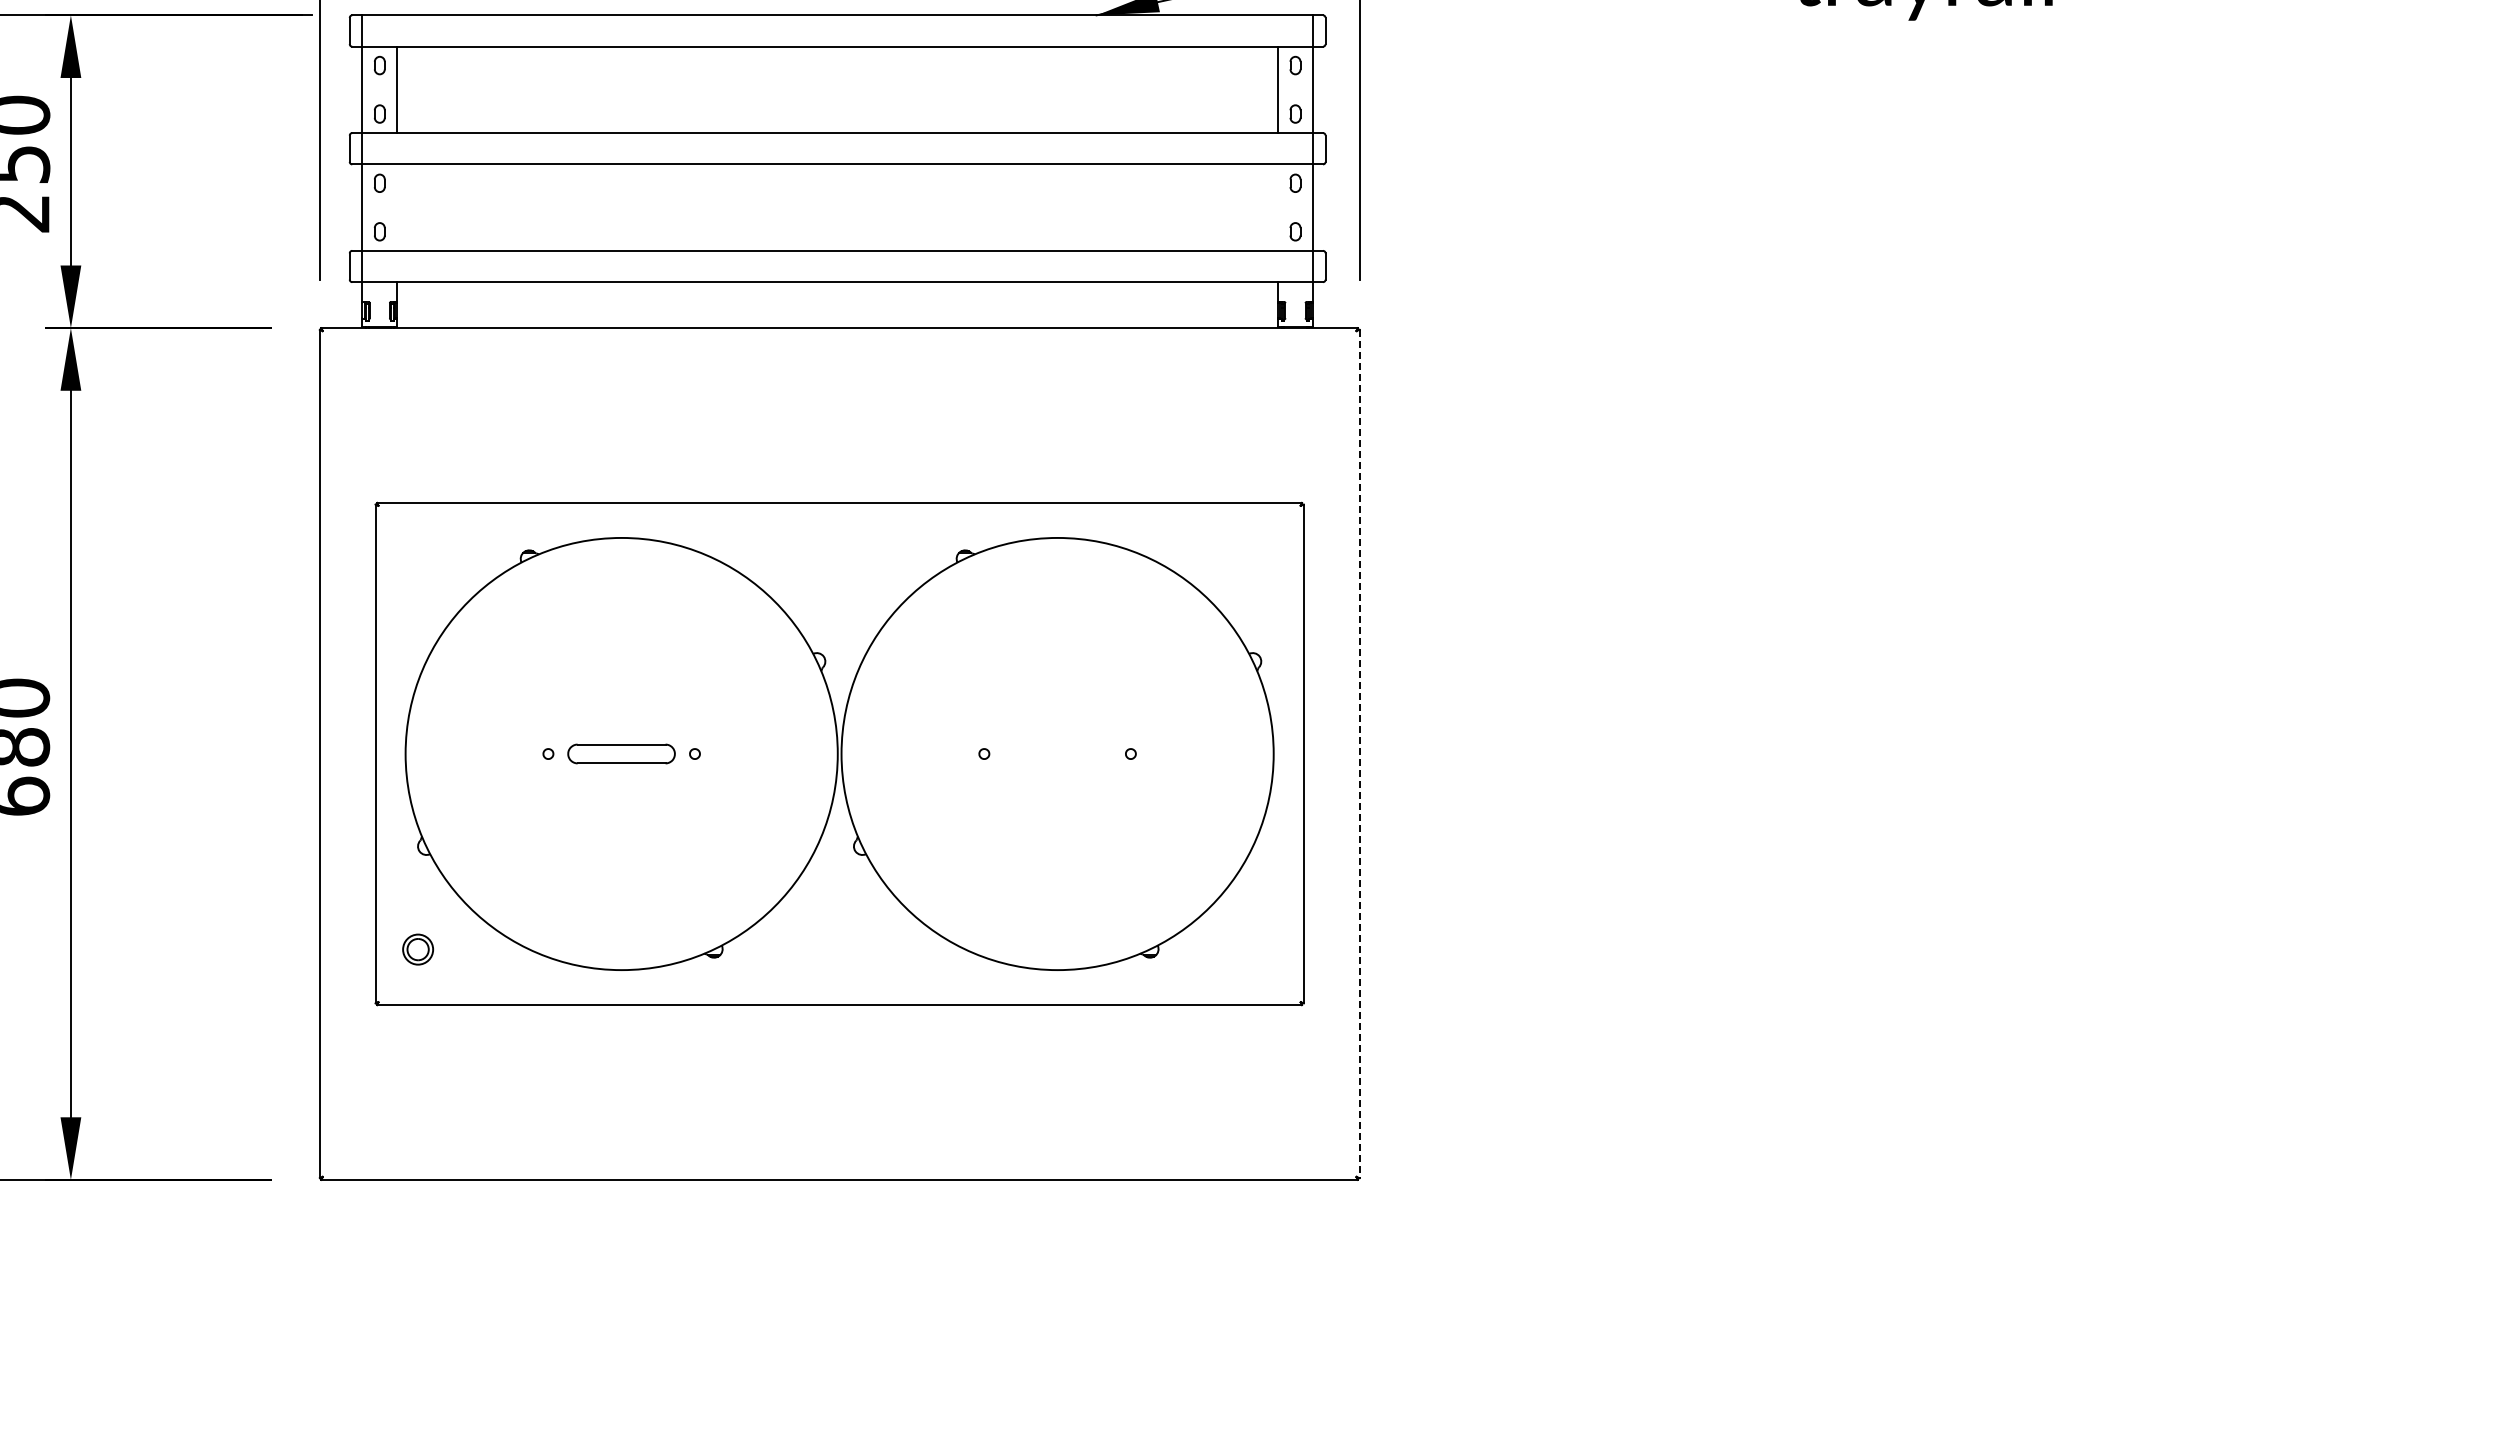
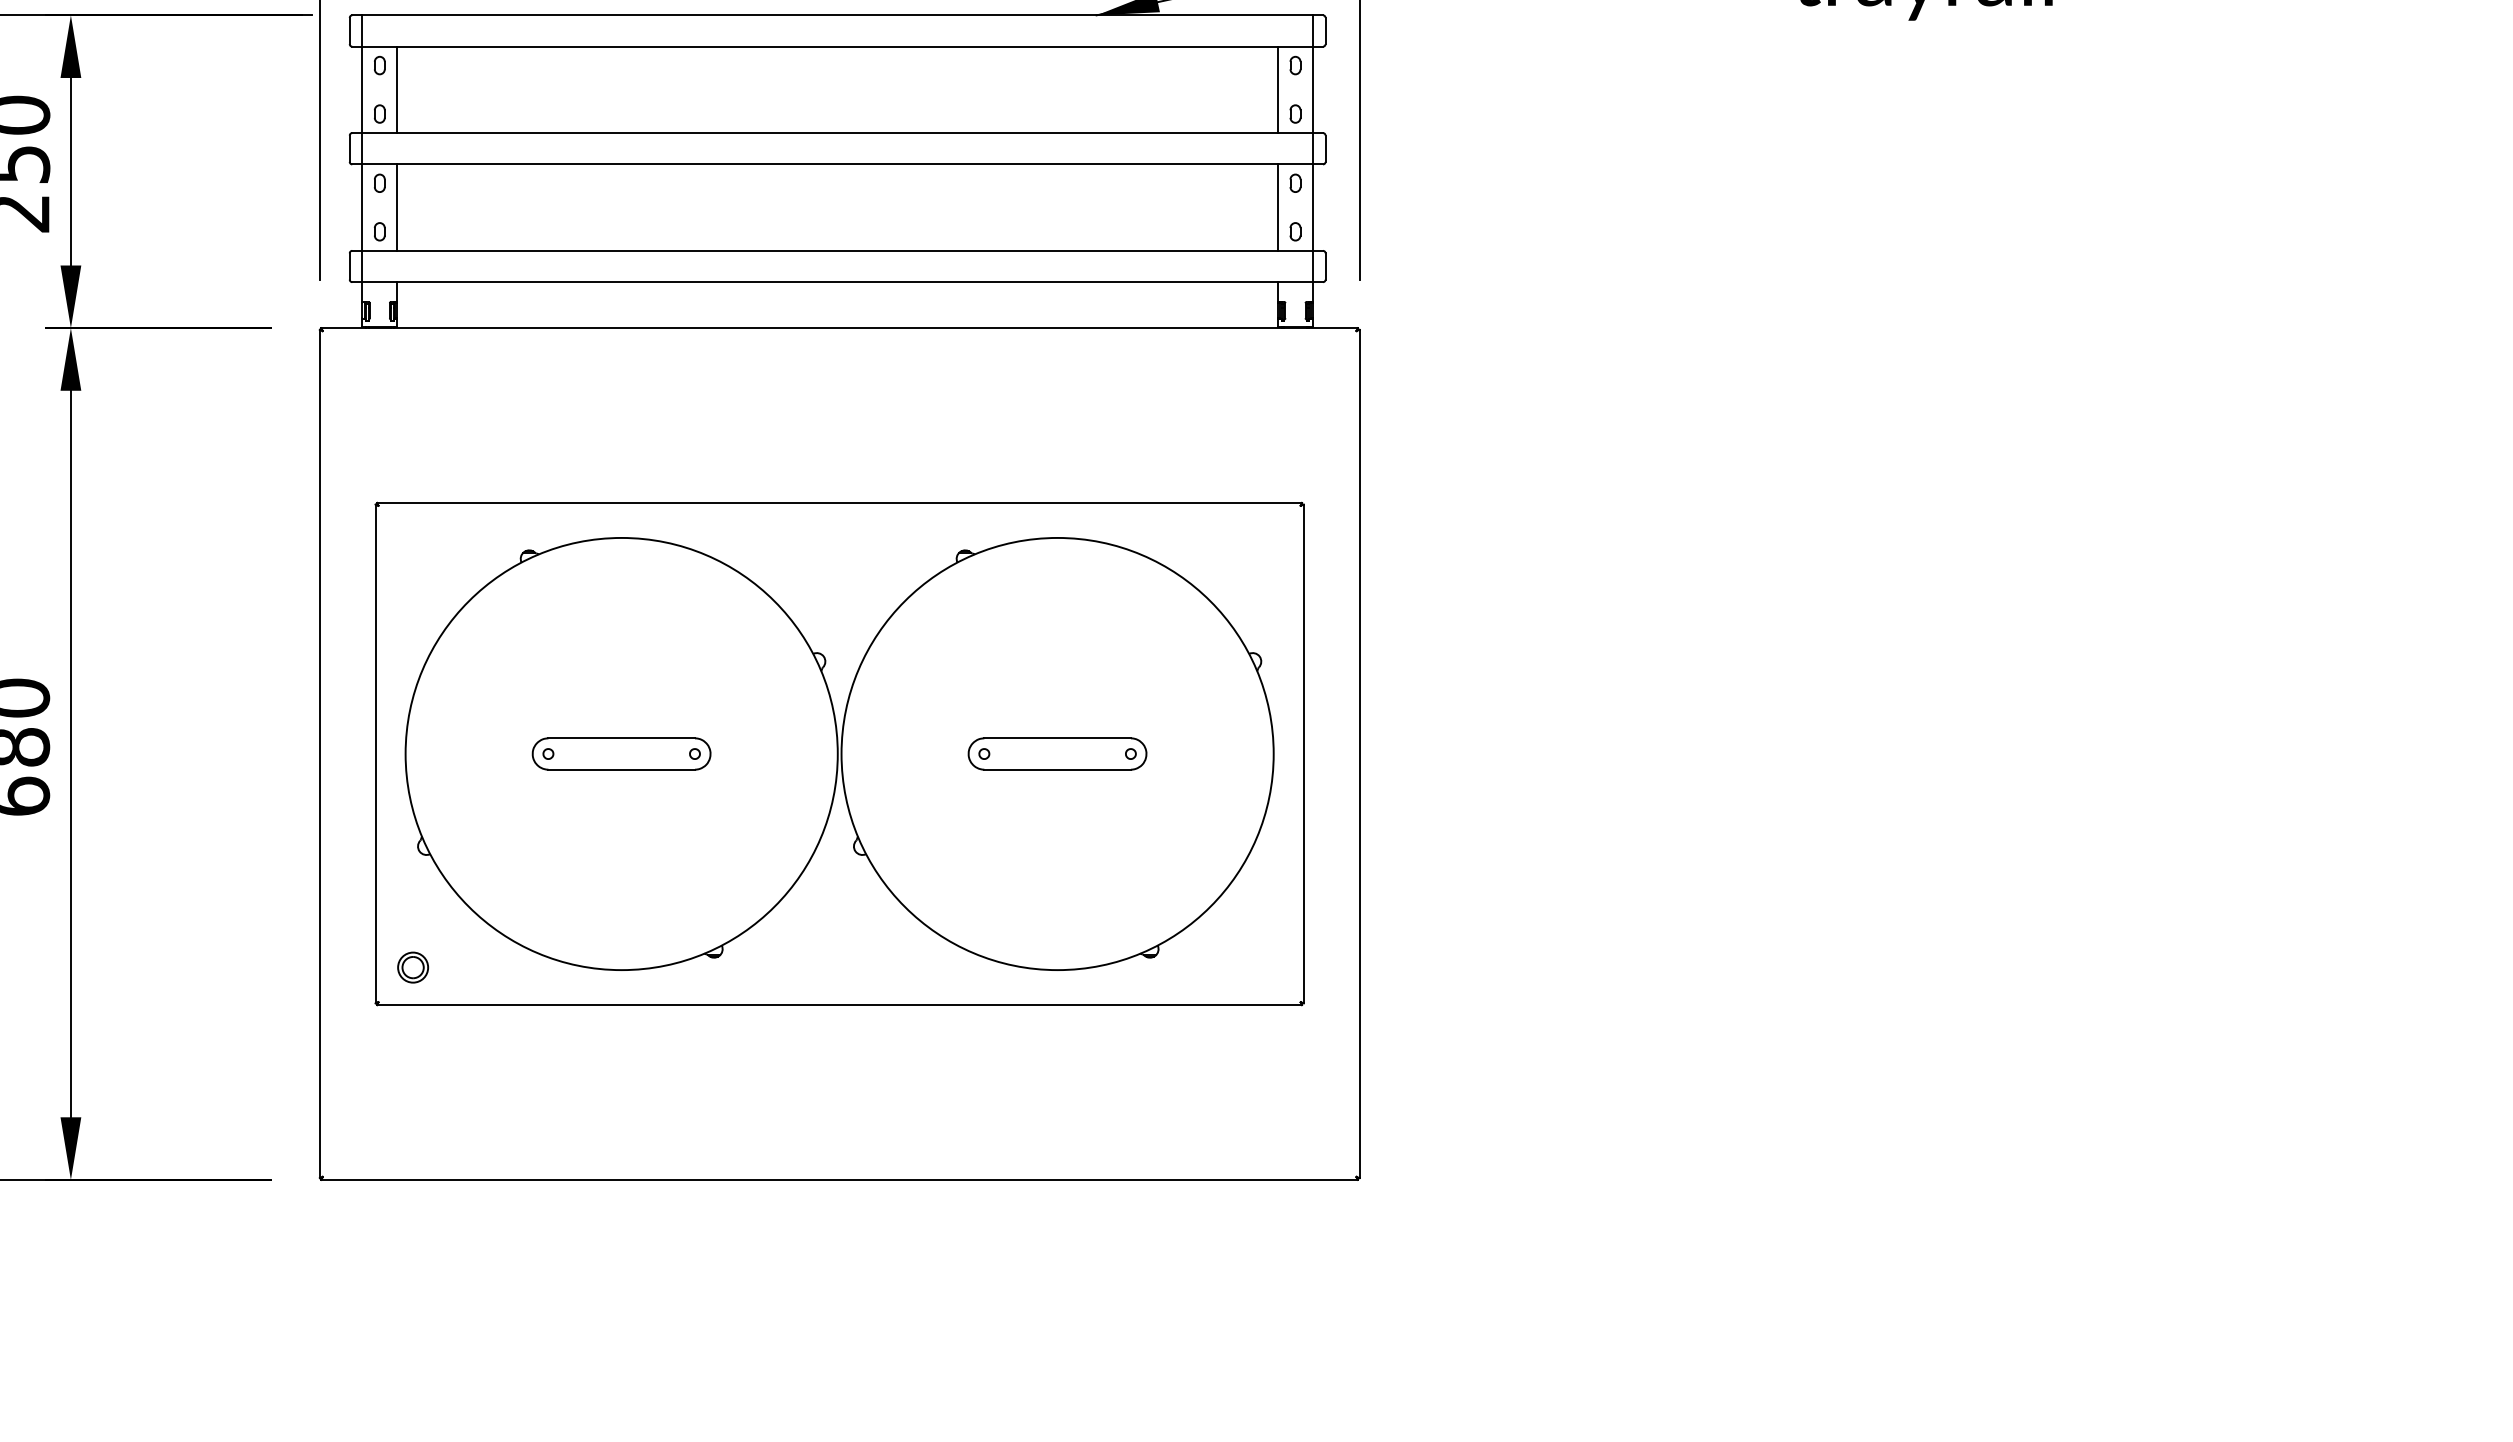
line at (397, 207): none -> present
line at (1277, 207): none -> present
part at (621, 753) size: 109x22 px -> 181x34 px
part at (1057, 753): none -> present
line at (1359, 754): dashed -> solid
part at (417, 949) position: (417, 949) -> (412, 967)
